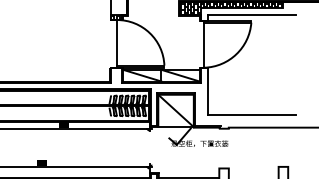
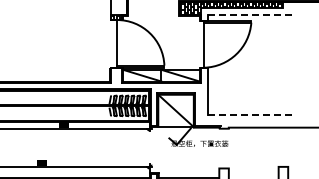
line at (252, 15): solid -> dashed
line at (252, 115): solid -> dashed
